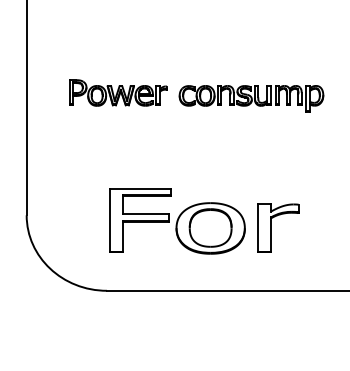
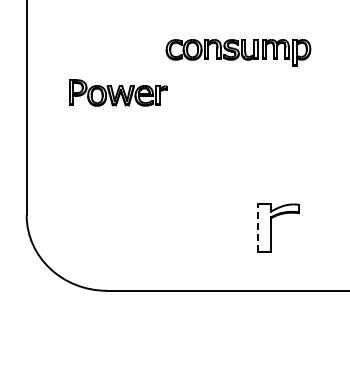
part at (251, 98) position: (251, 98) -> (238, 52)
part at (177, 221): present -> none
line at (258, 228): solid -> dashed
